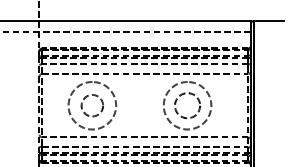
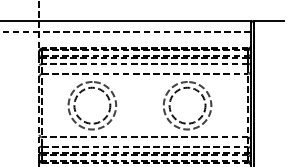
circle at (92, 105) diameter: 22 px -> 36 px
circle at (187, 105) diameter: 25 px -> 36 px
